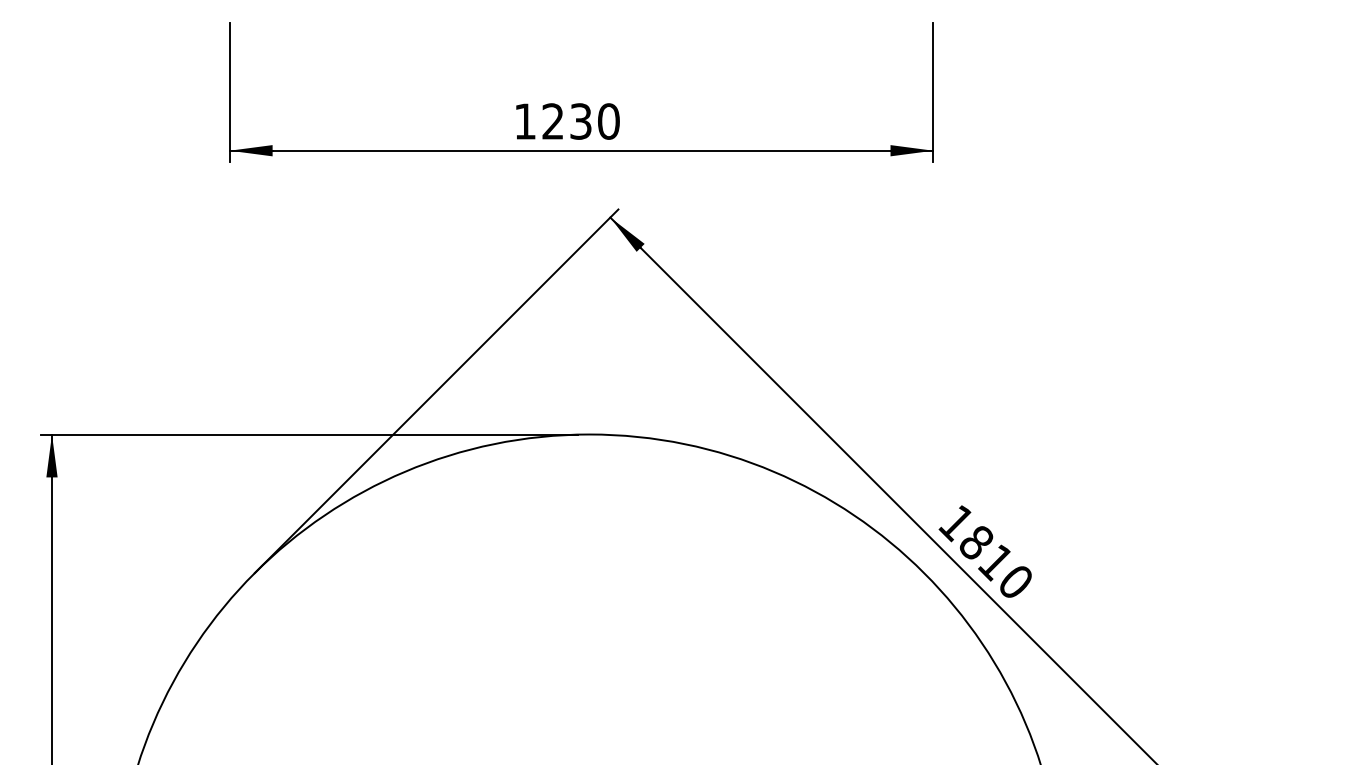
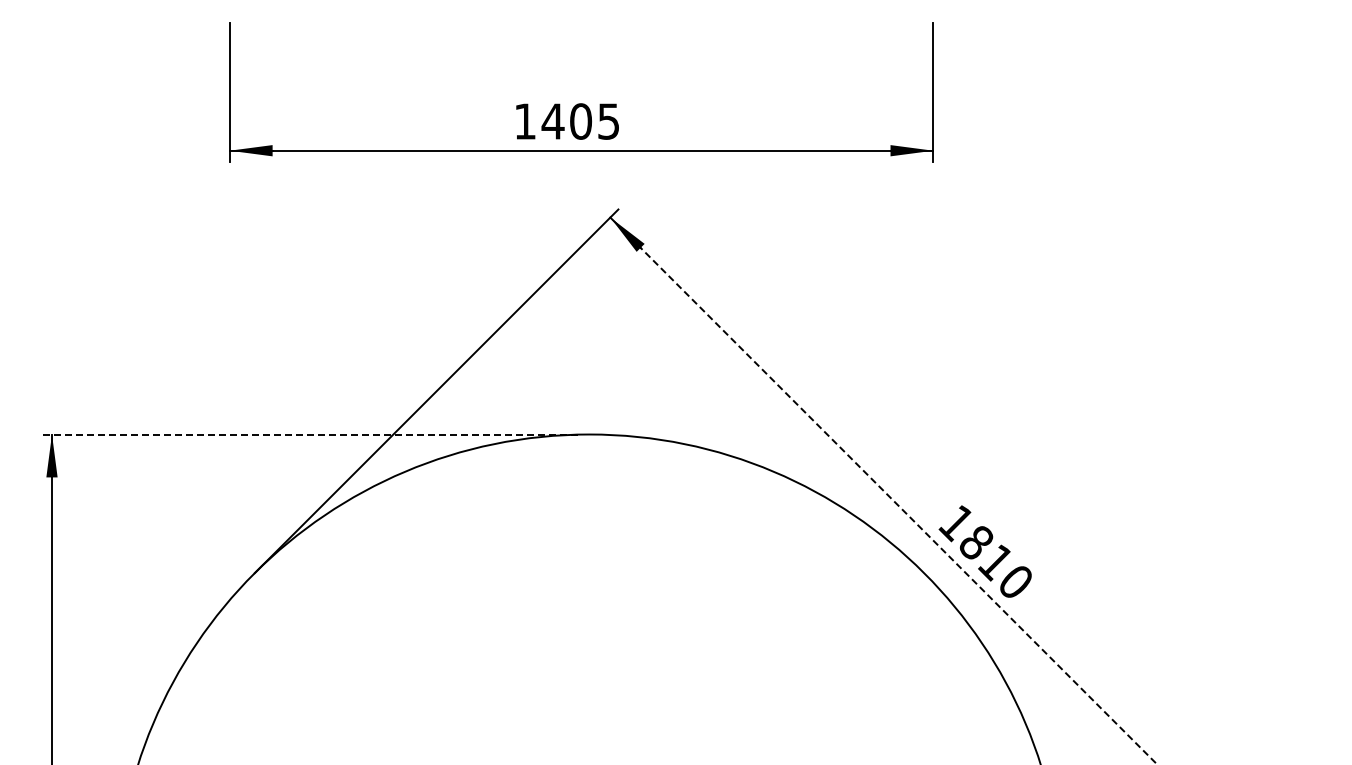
text at (580, 121): 1230 -> 1405
line at (309, 434): solid -> dashed
line at (898, 505): solid -> dashed
